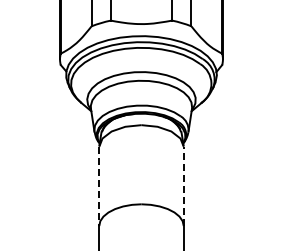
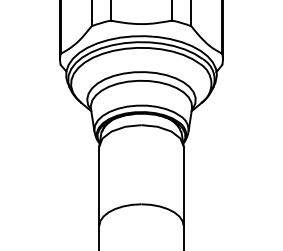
line at (99, 186): dashed -> solid
line at (183, 186): dashed -> solid
